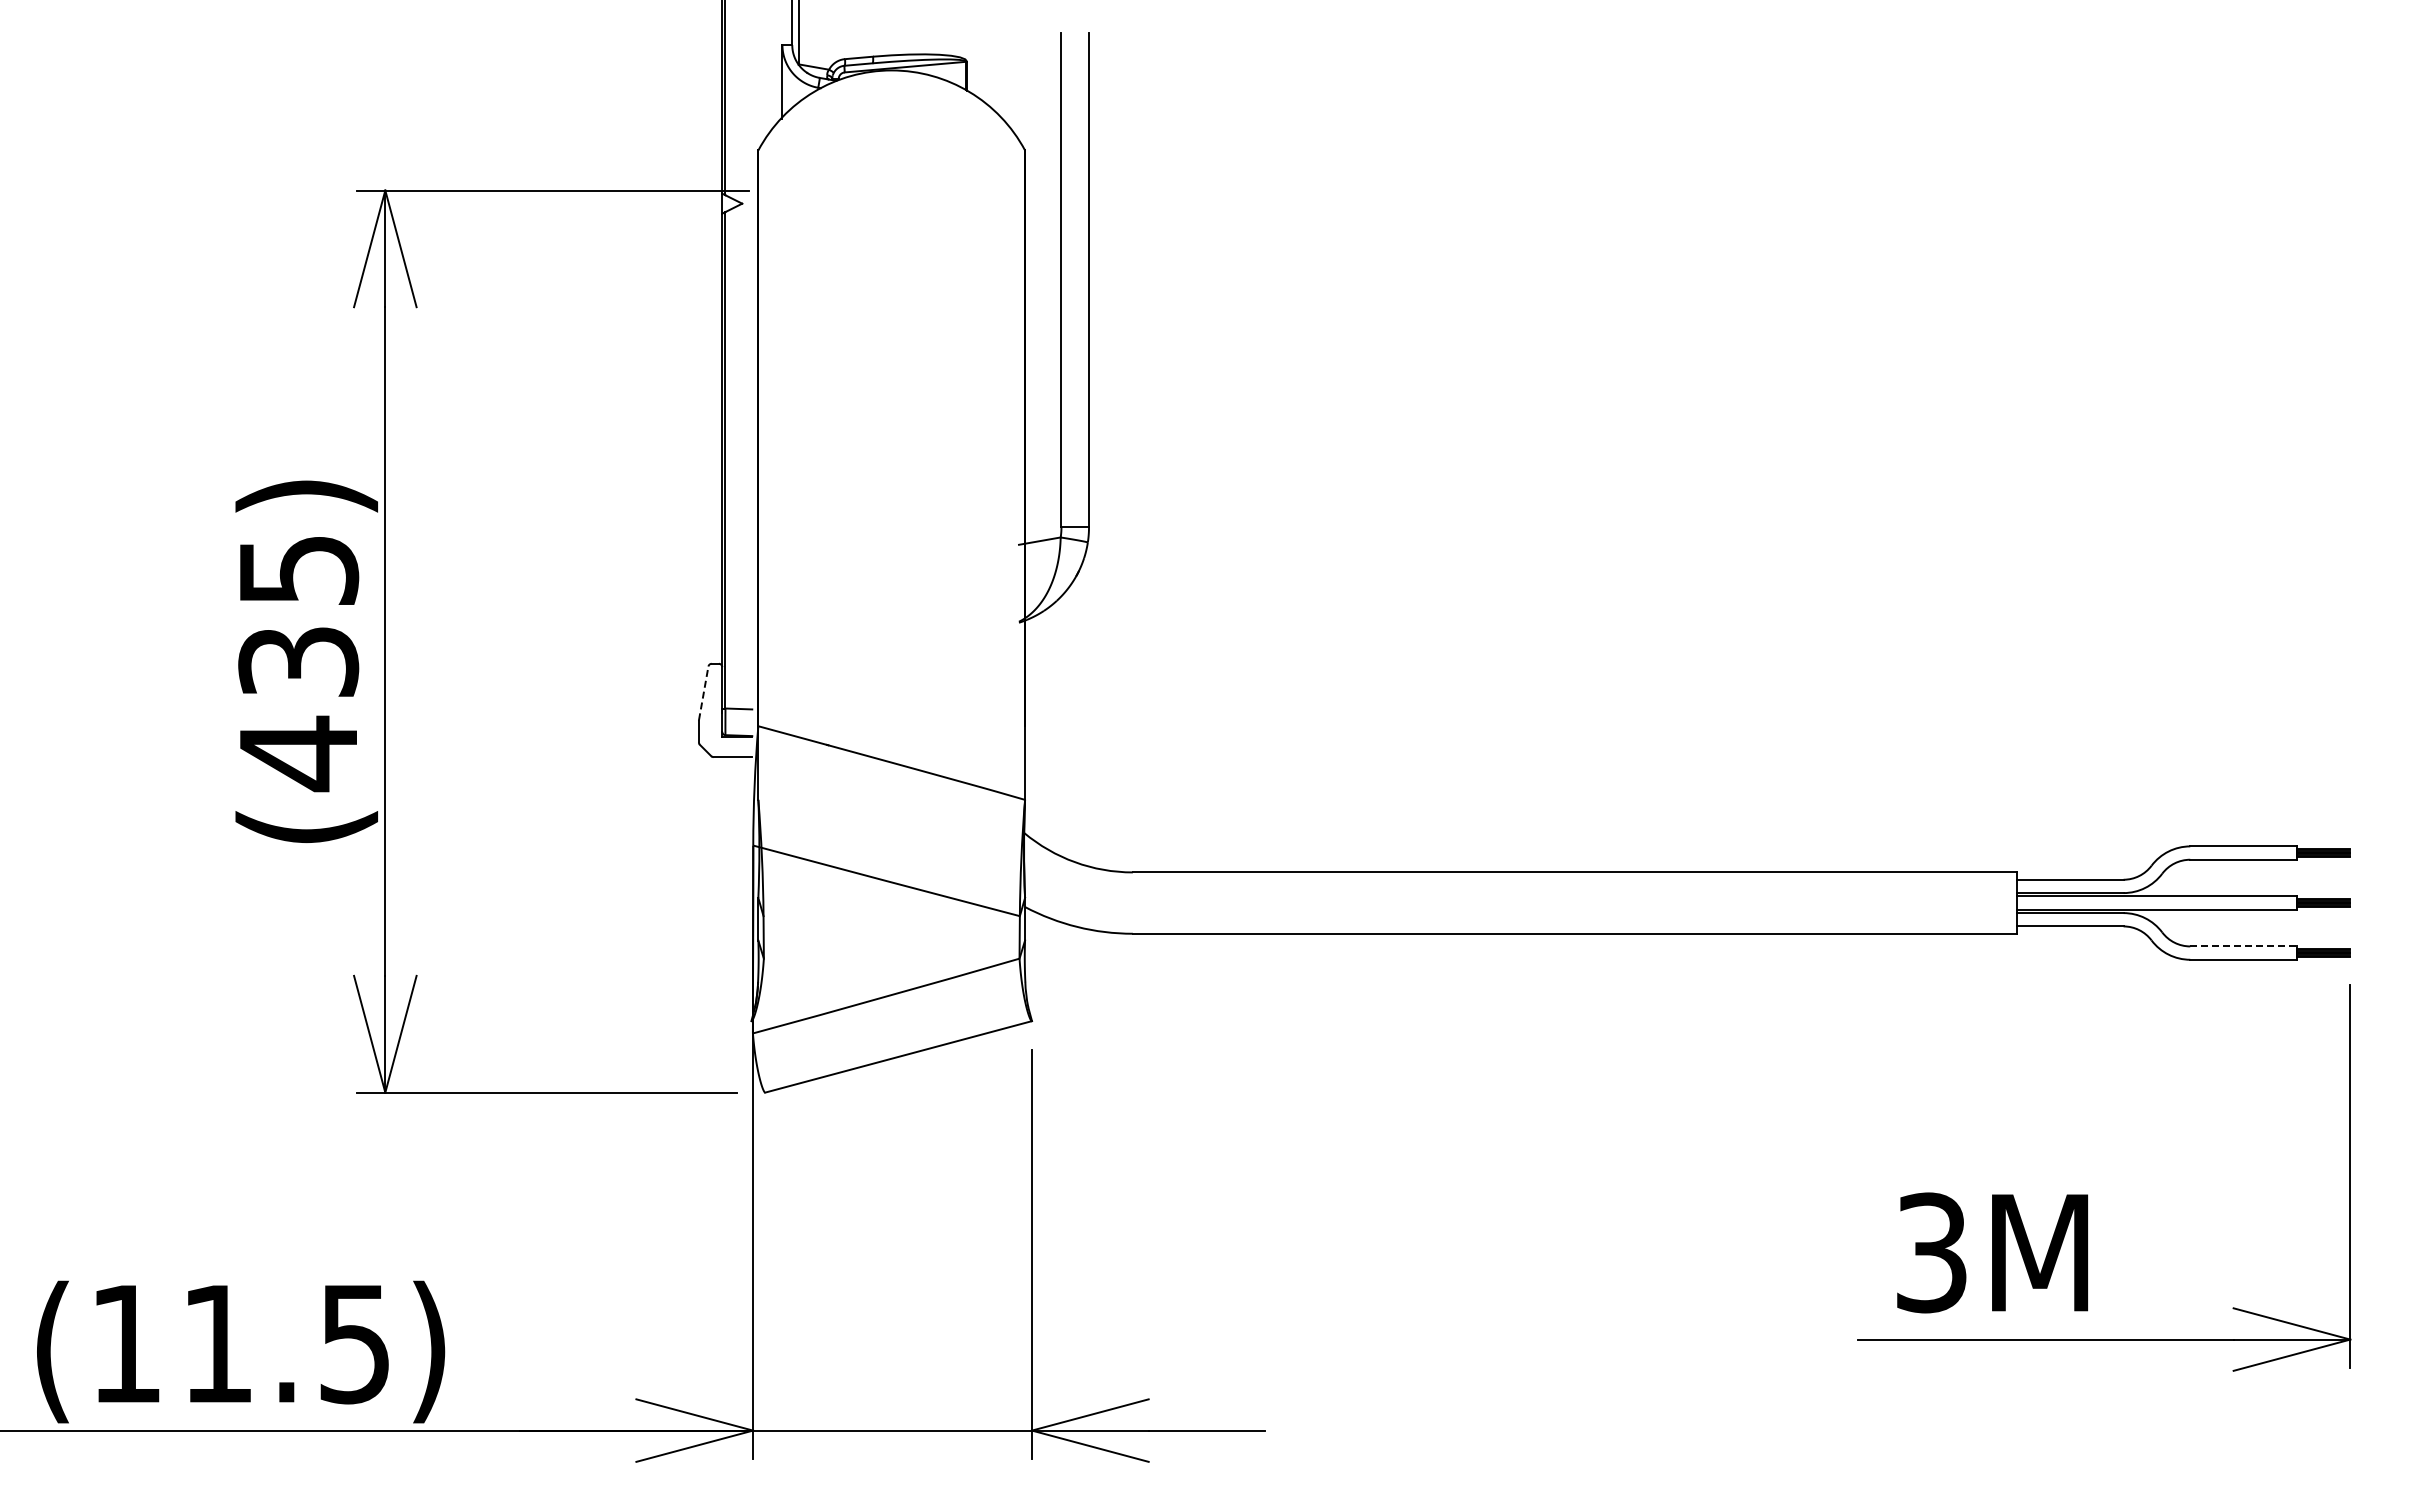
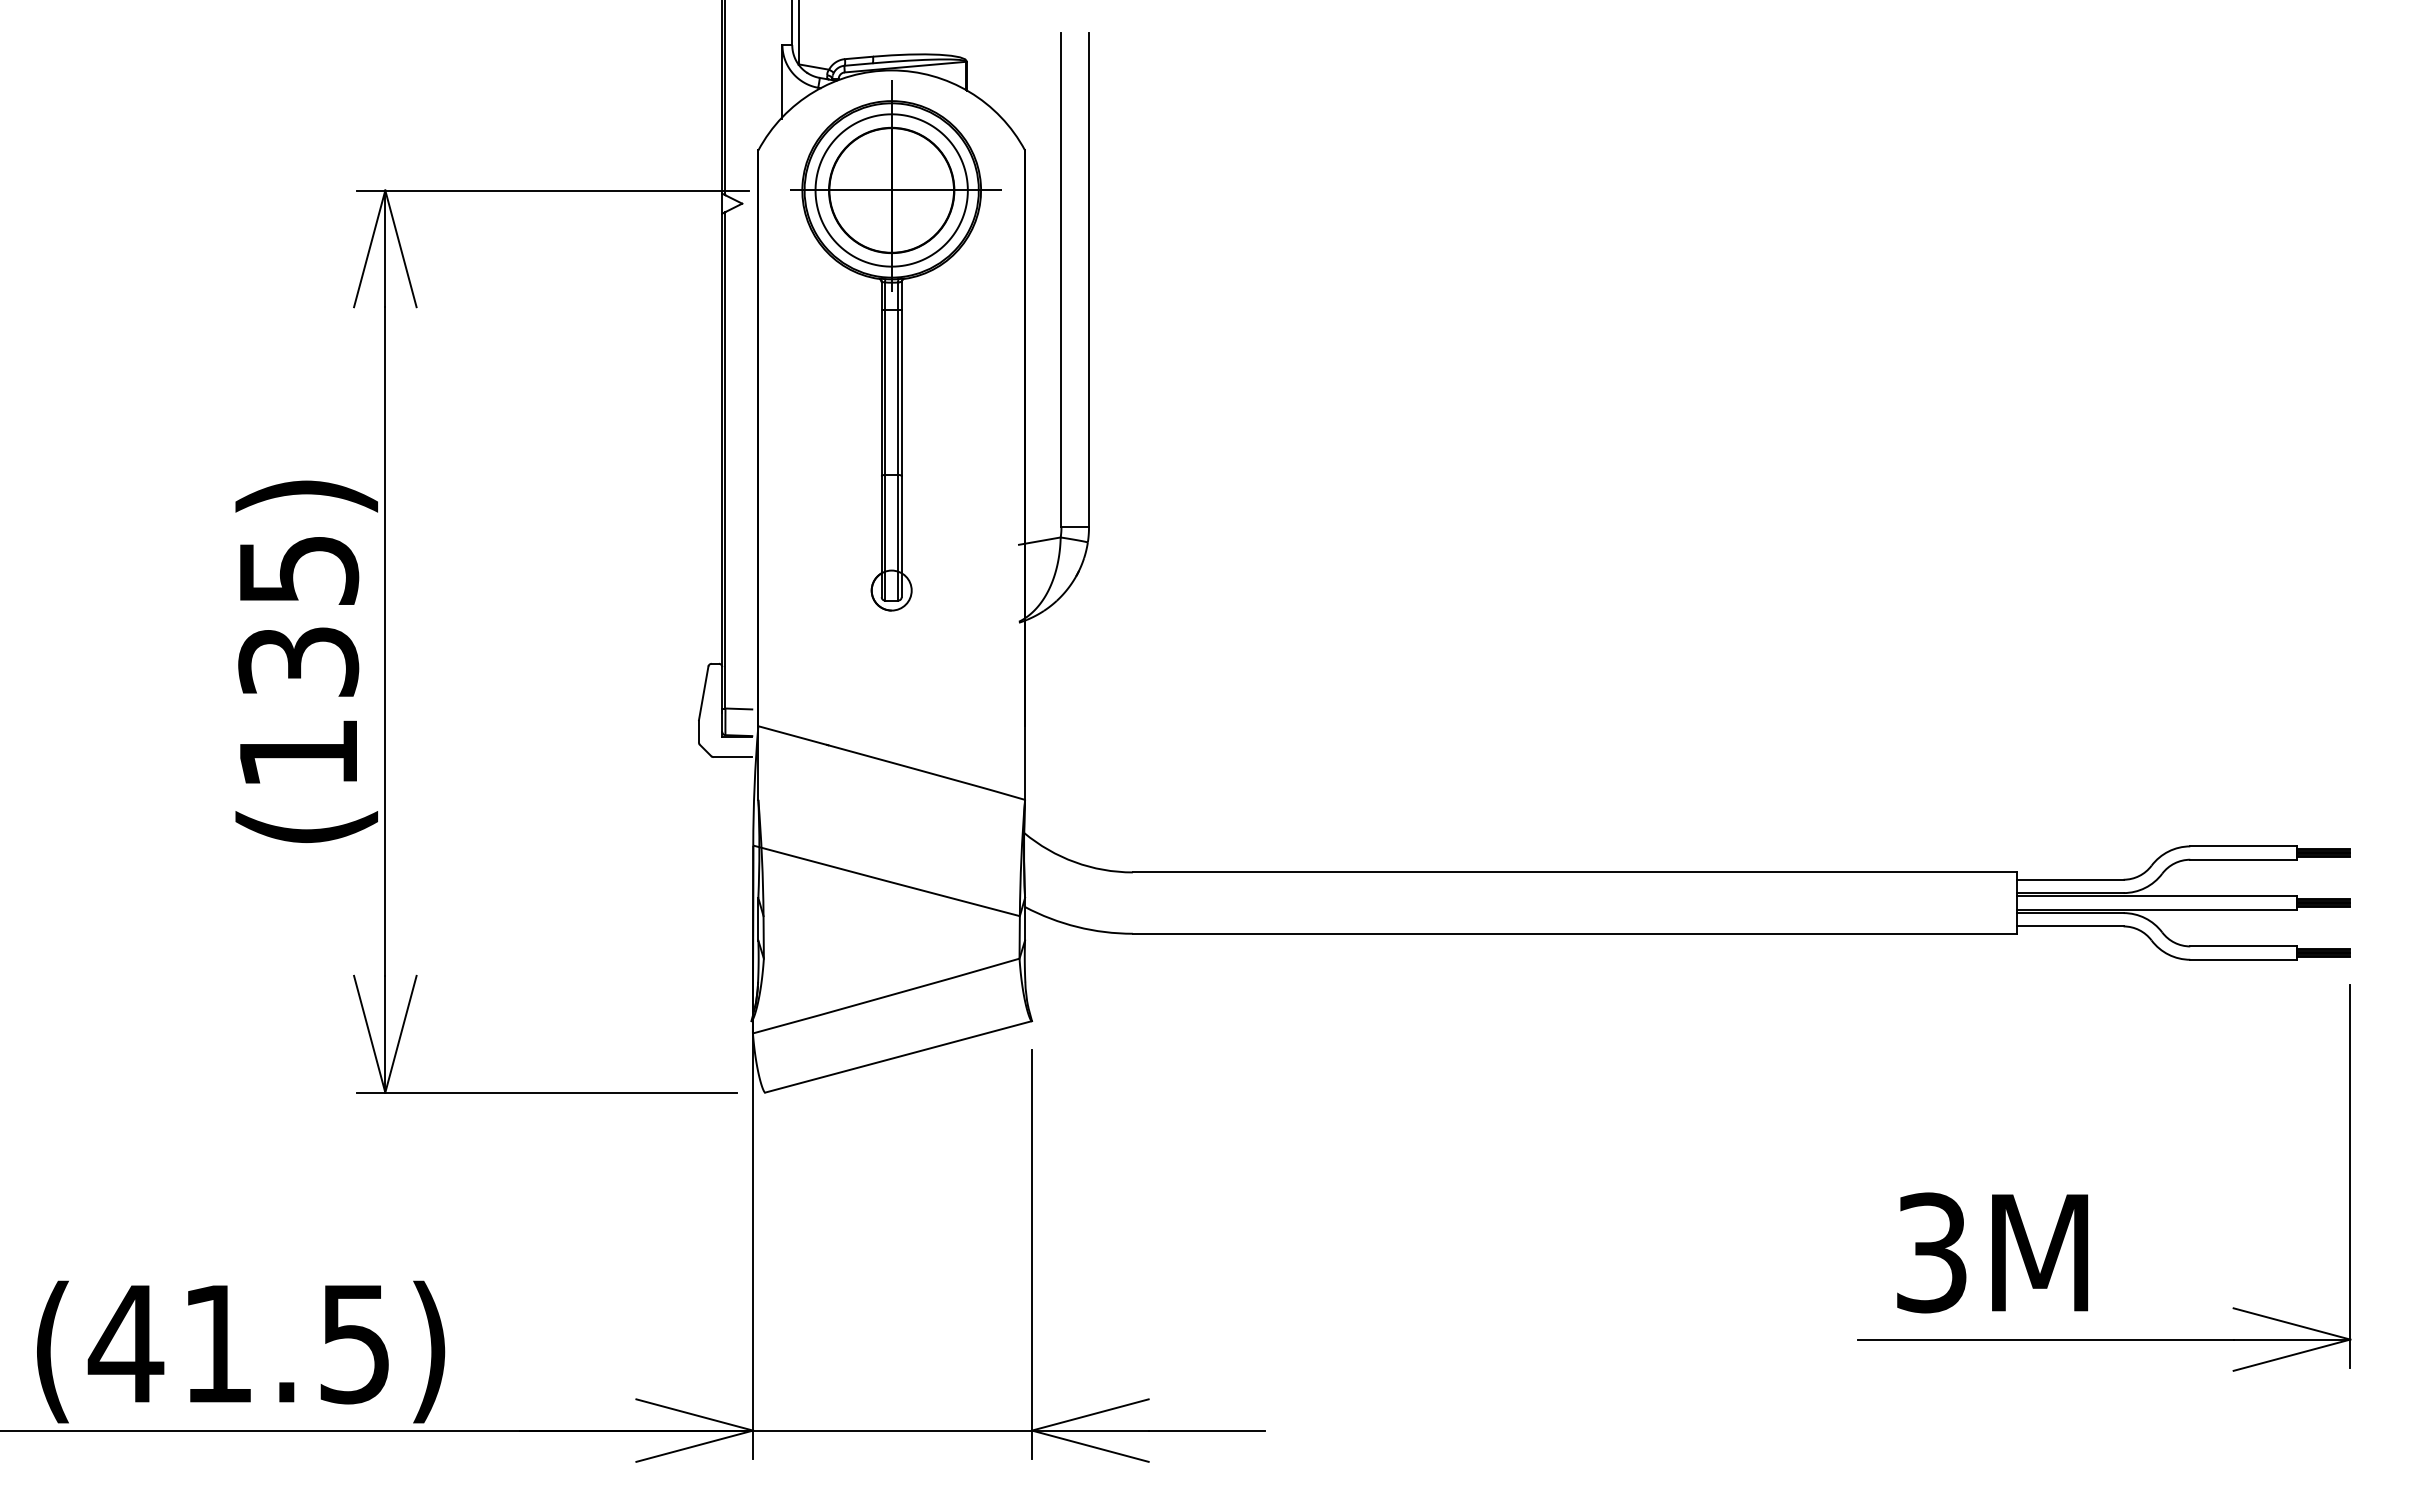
part at (895, 345): none -> present
line at (703, 692): dashed -> solid
text at (298, 753): (435) -> (135)
line at (2244, 946): dashed -> solid
text at (125, 1343): (11.5) -> (41.5)
